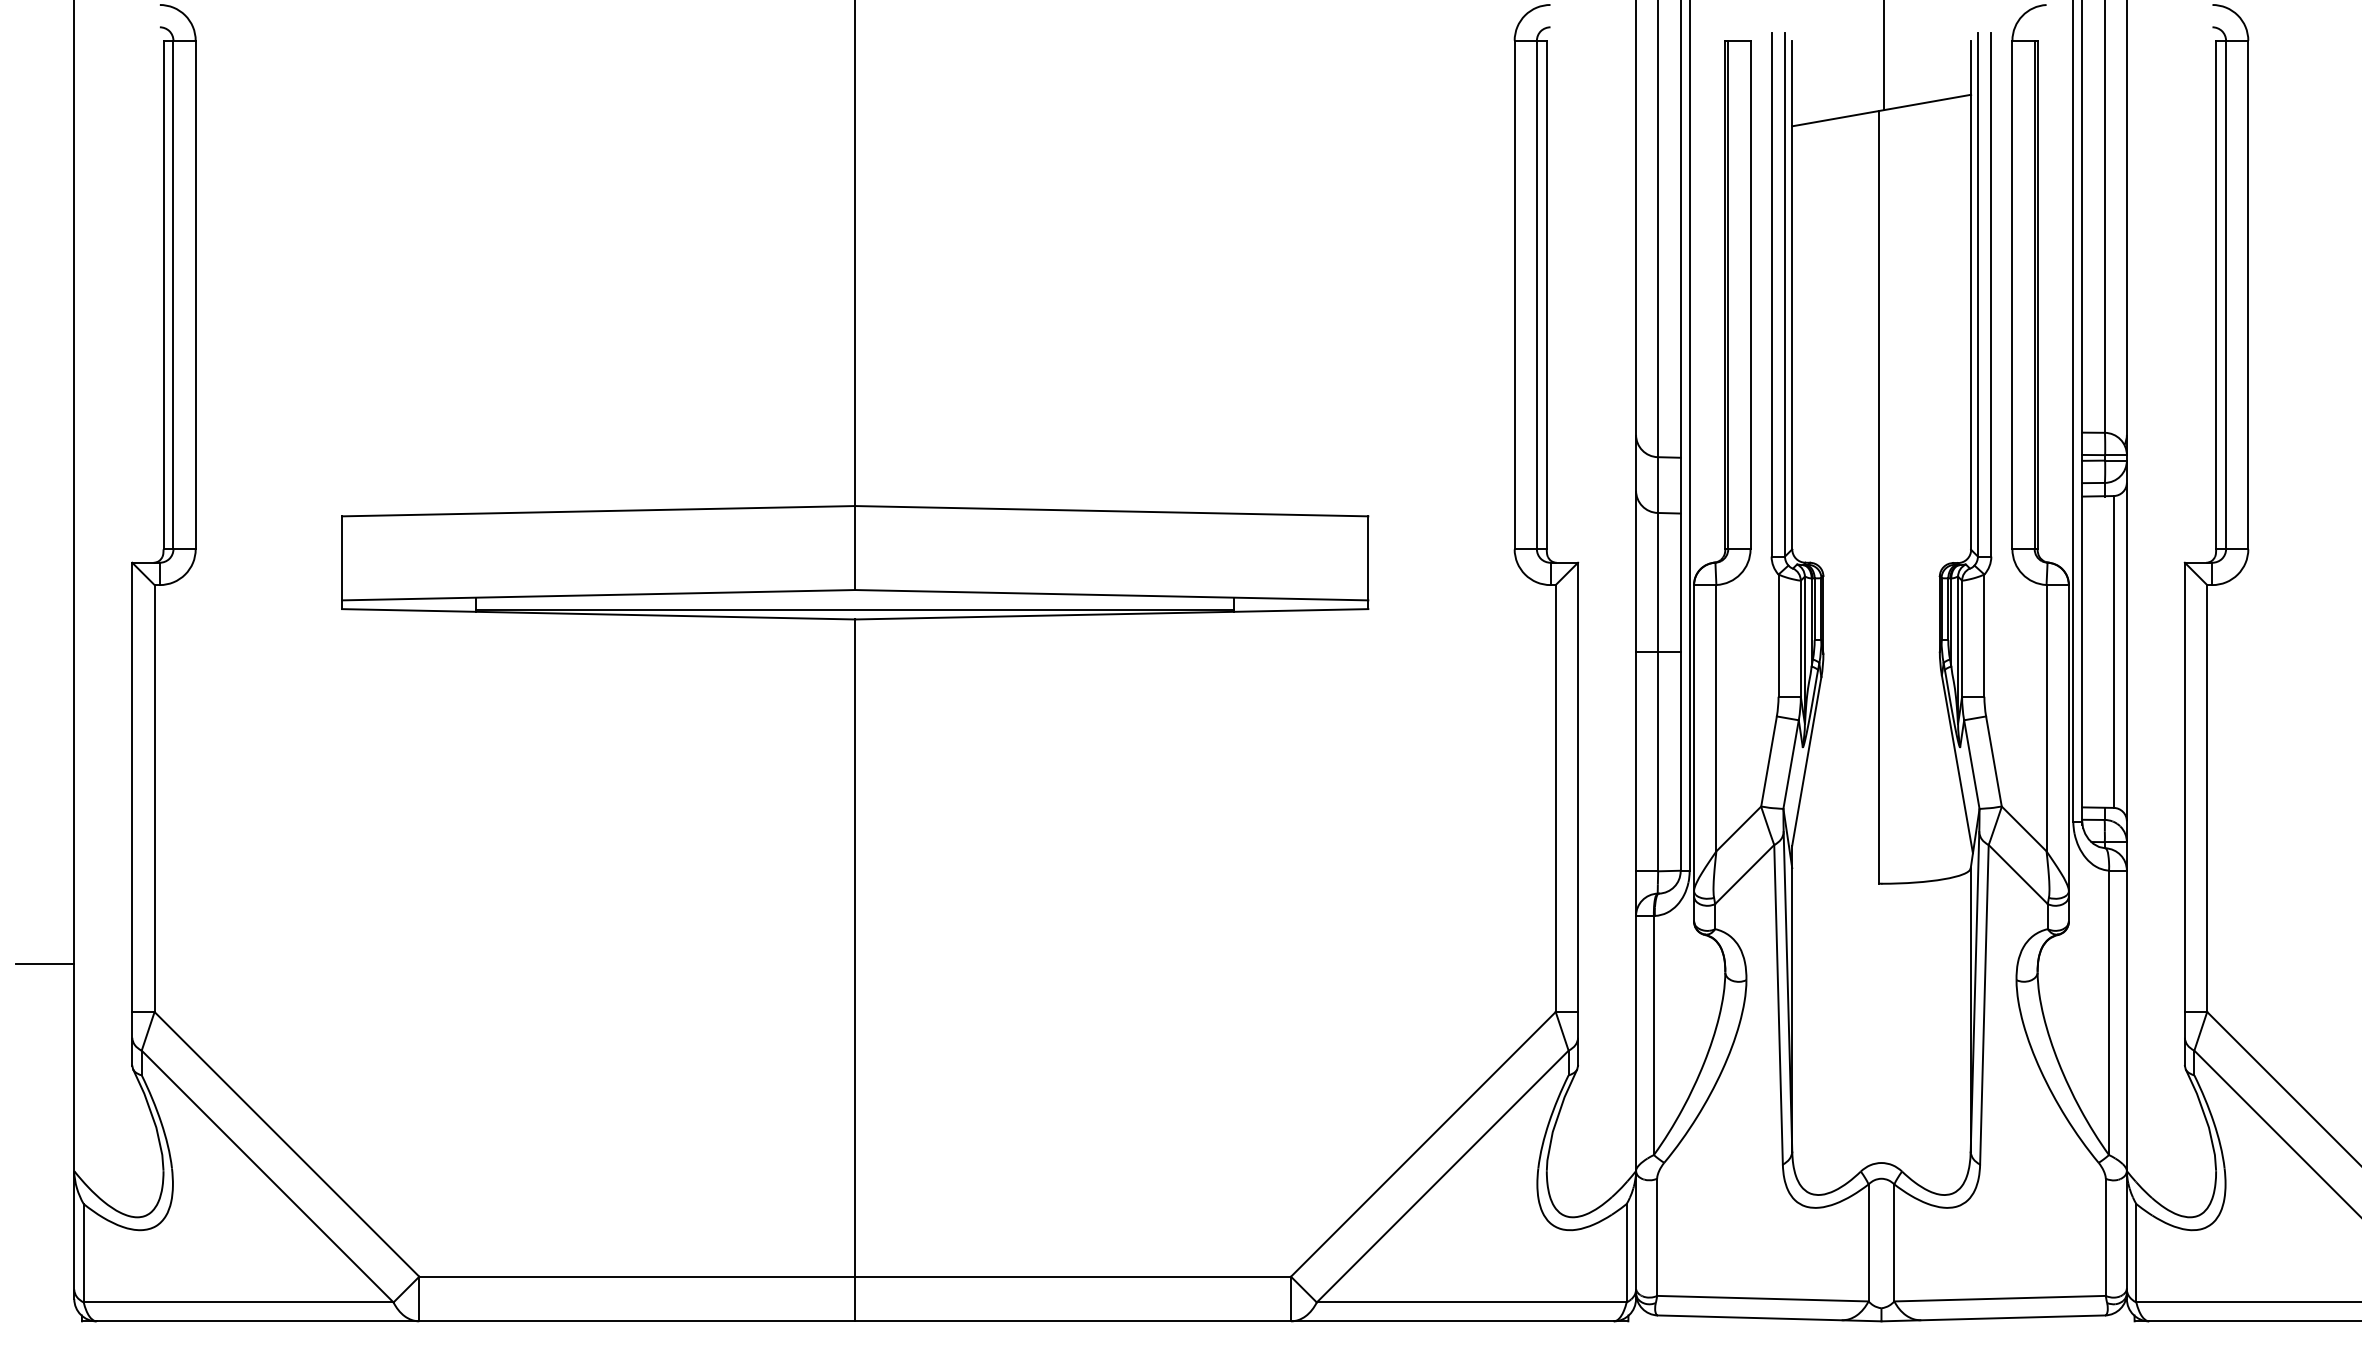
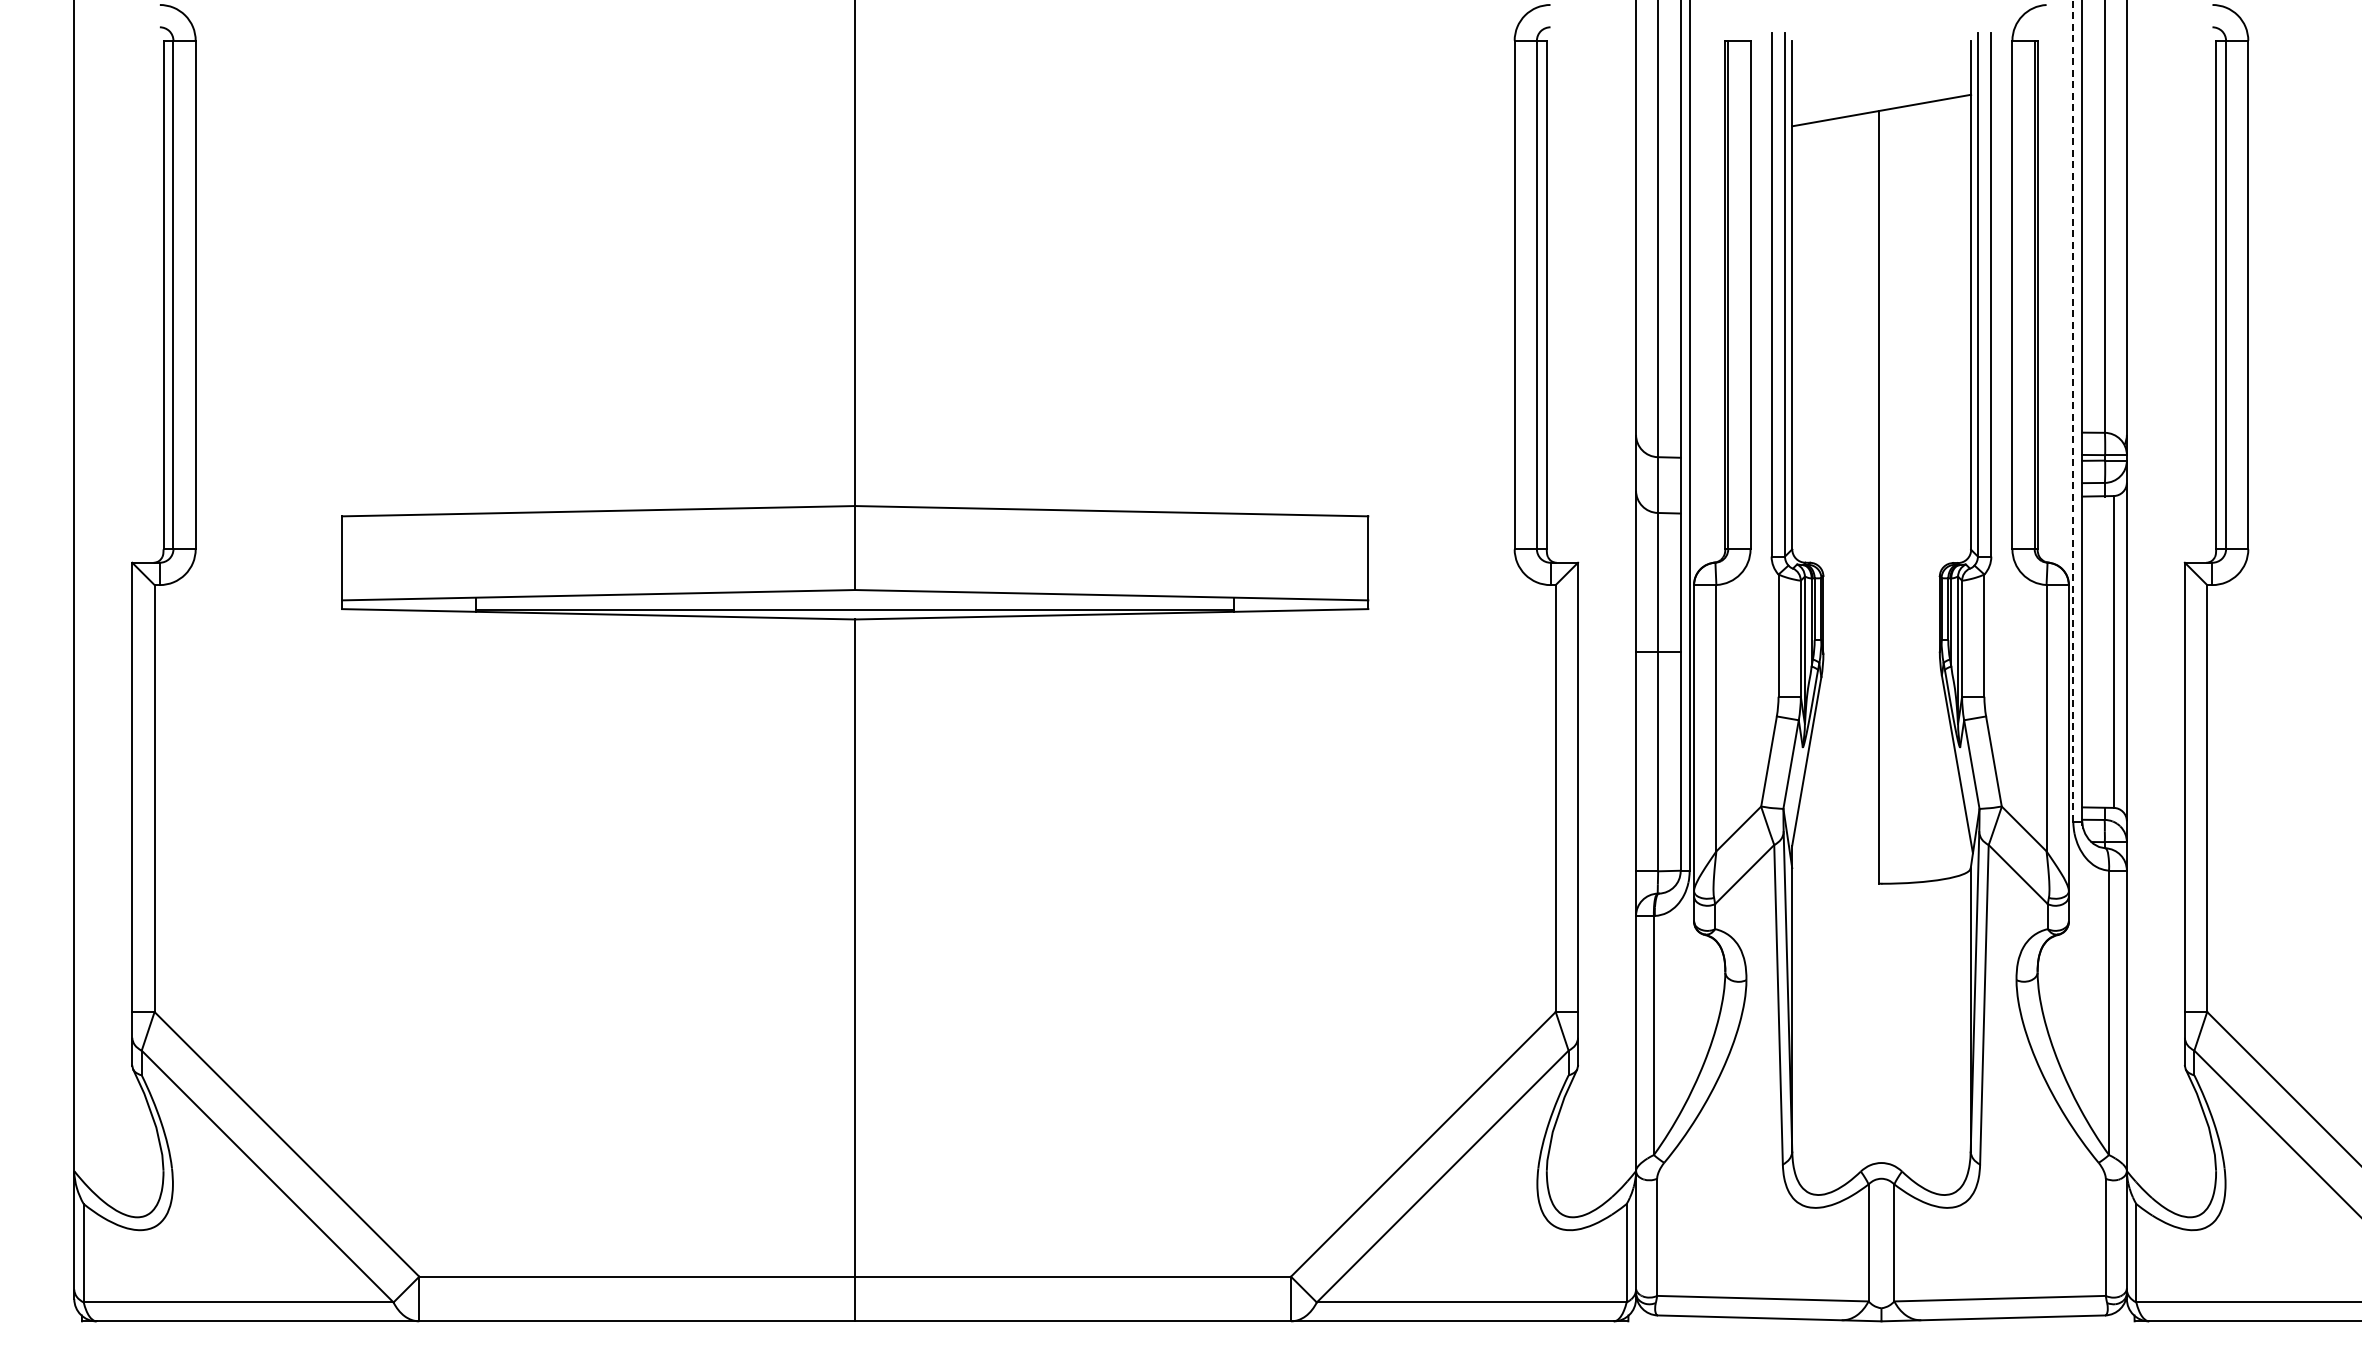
line at (1883, 56): present -> none
line at (2073, 410): solid -> dashed
line at (45, 964): present -> none
